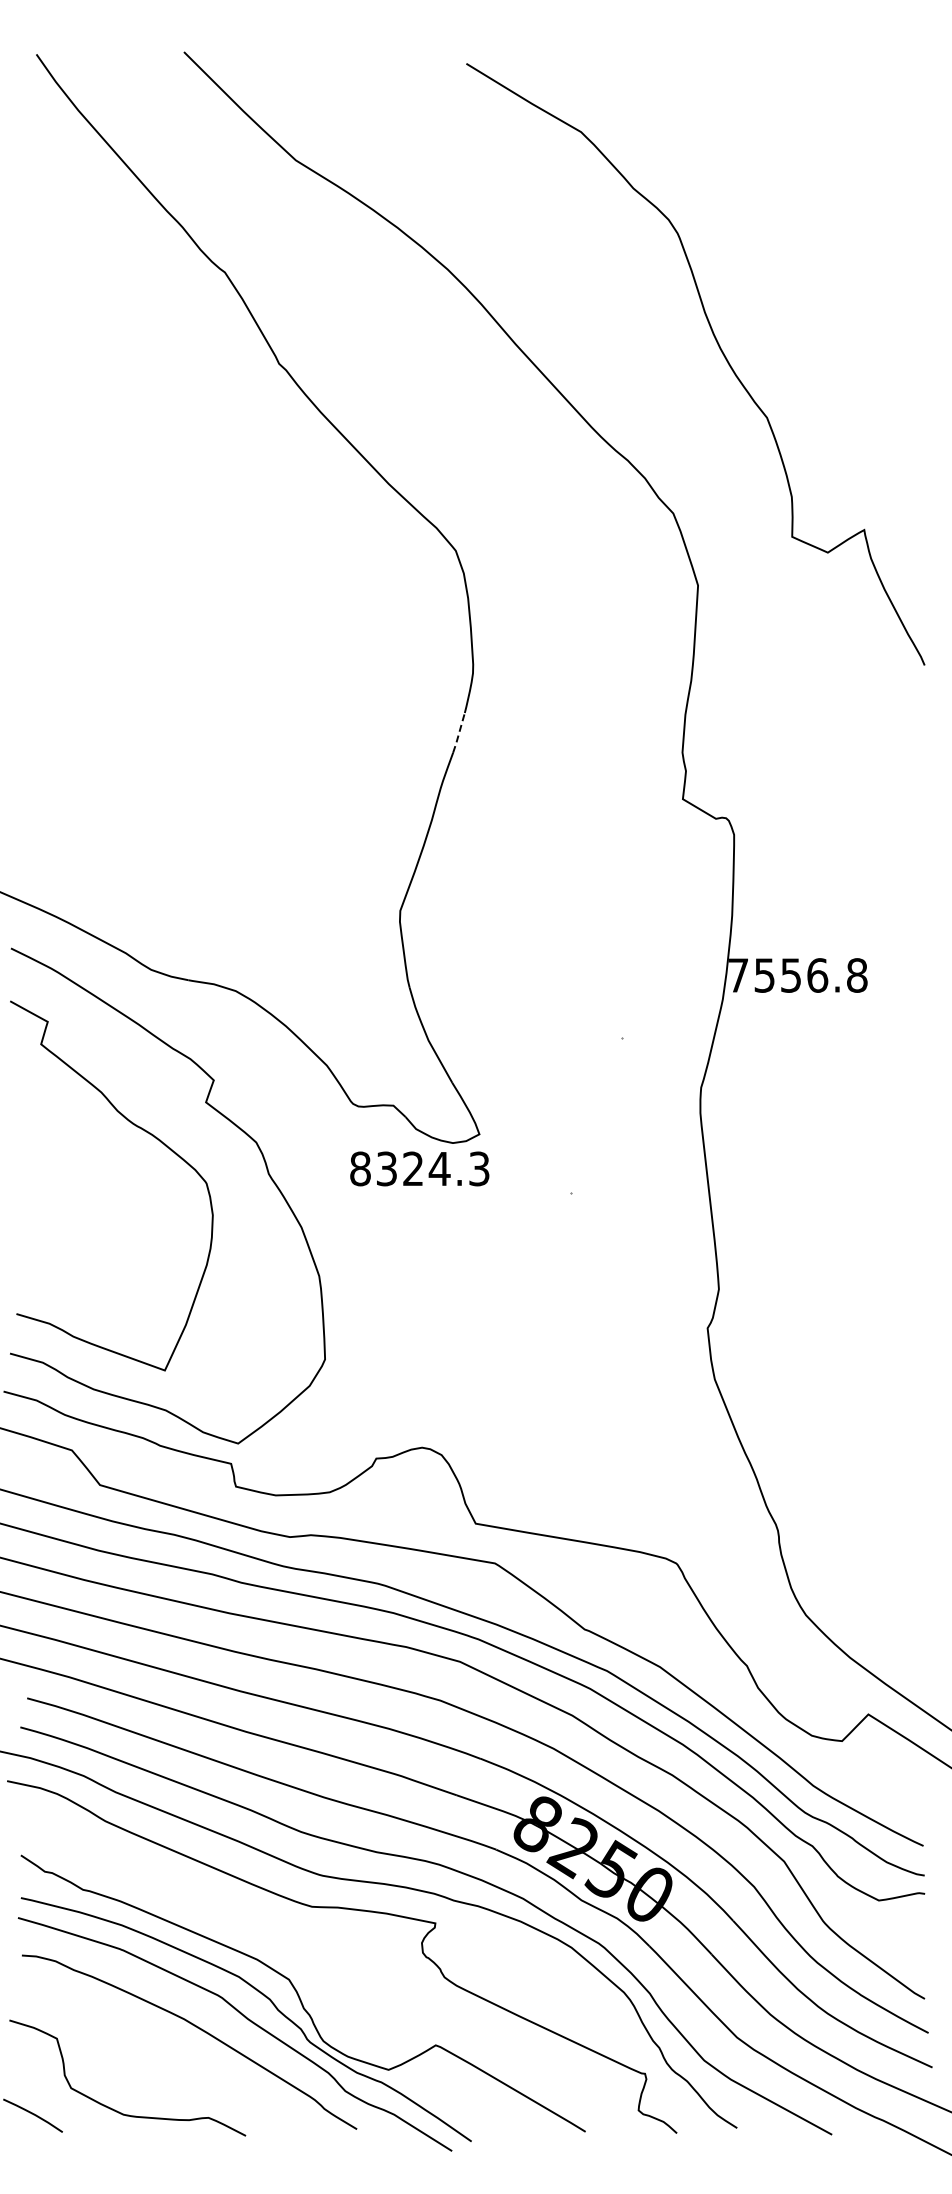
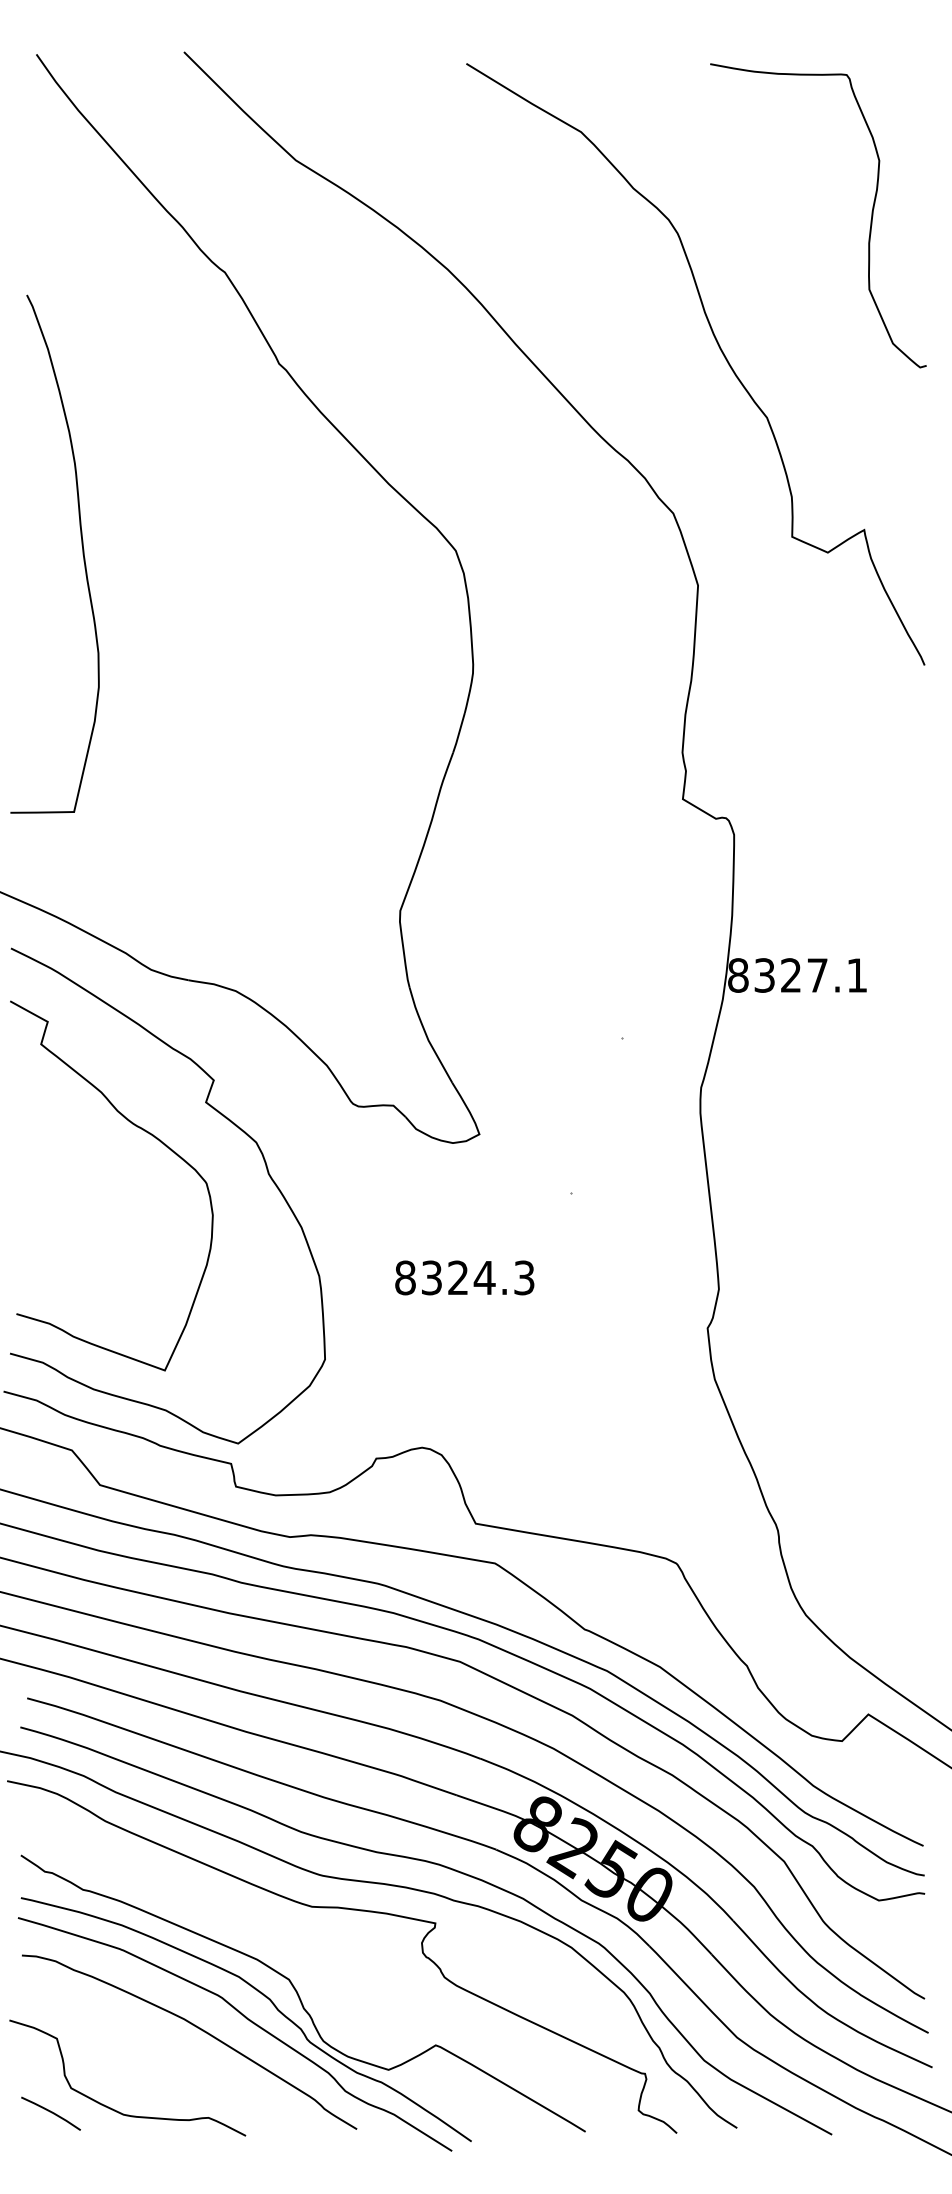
curve at (870, 220): none -> present
curve at (82, 553): none -> present
line at (459, 732): dashed -> solid
text at (797, 975): 7556.8 -> 8327.1
text at (419, 1168) position: (419, 1168) -> (464, 1277)
curve at (32, 2114) position: (32, 2114) -> (50, 2112)
